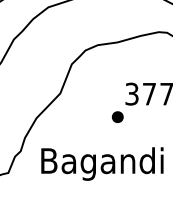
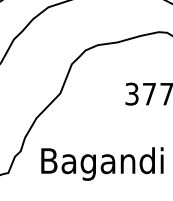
part at (117, 116): present -> none
